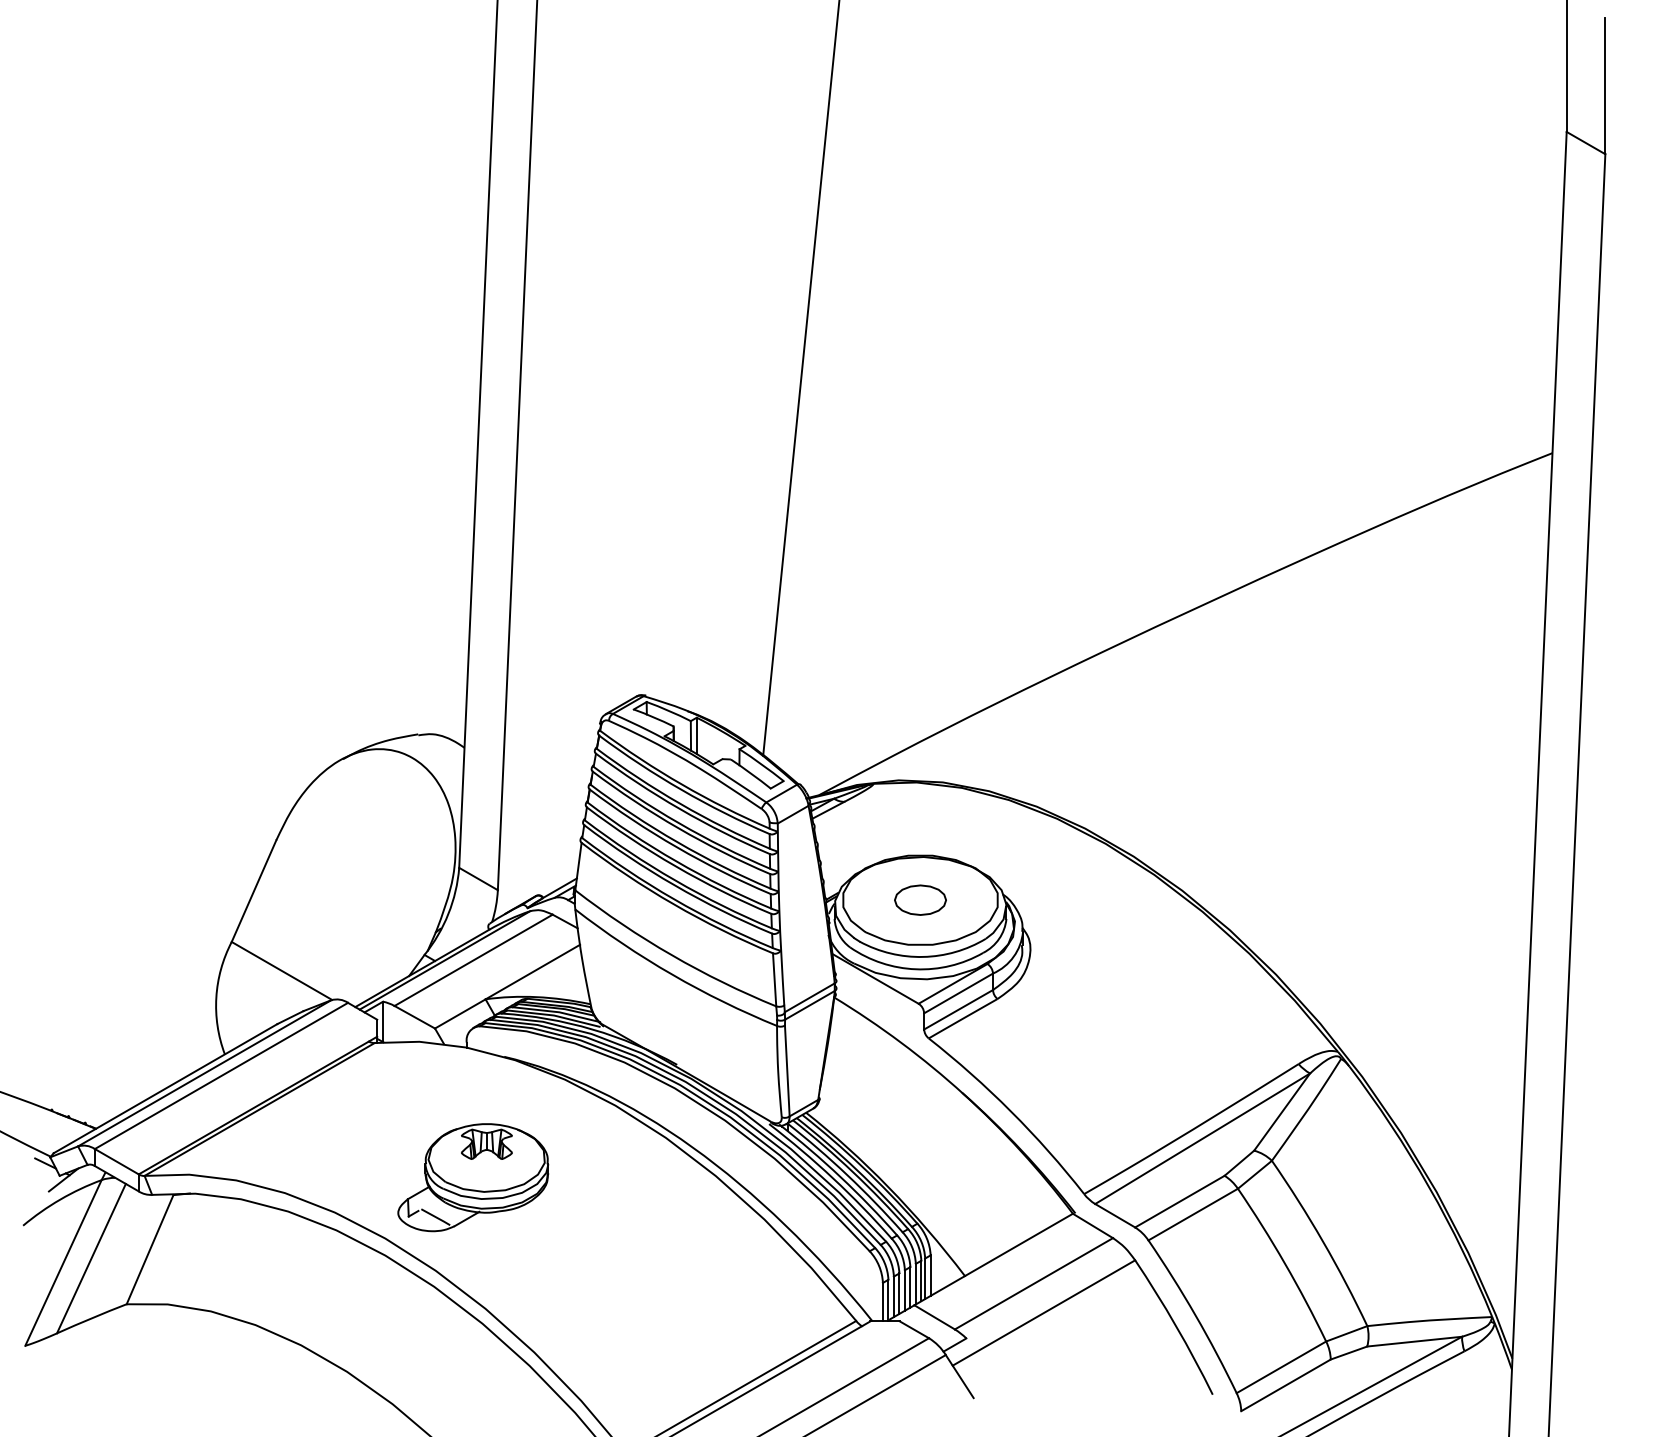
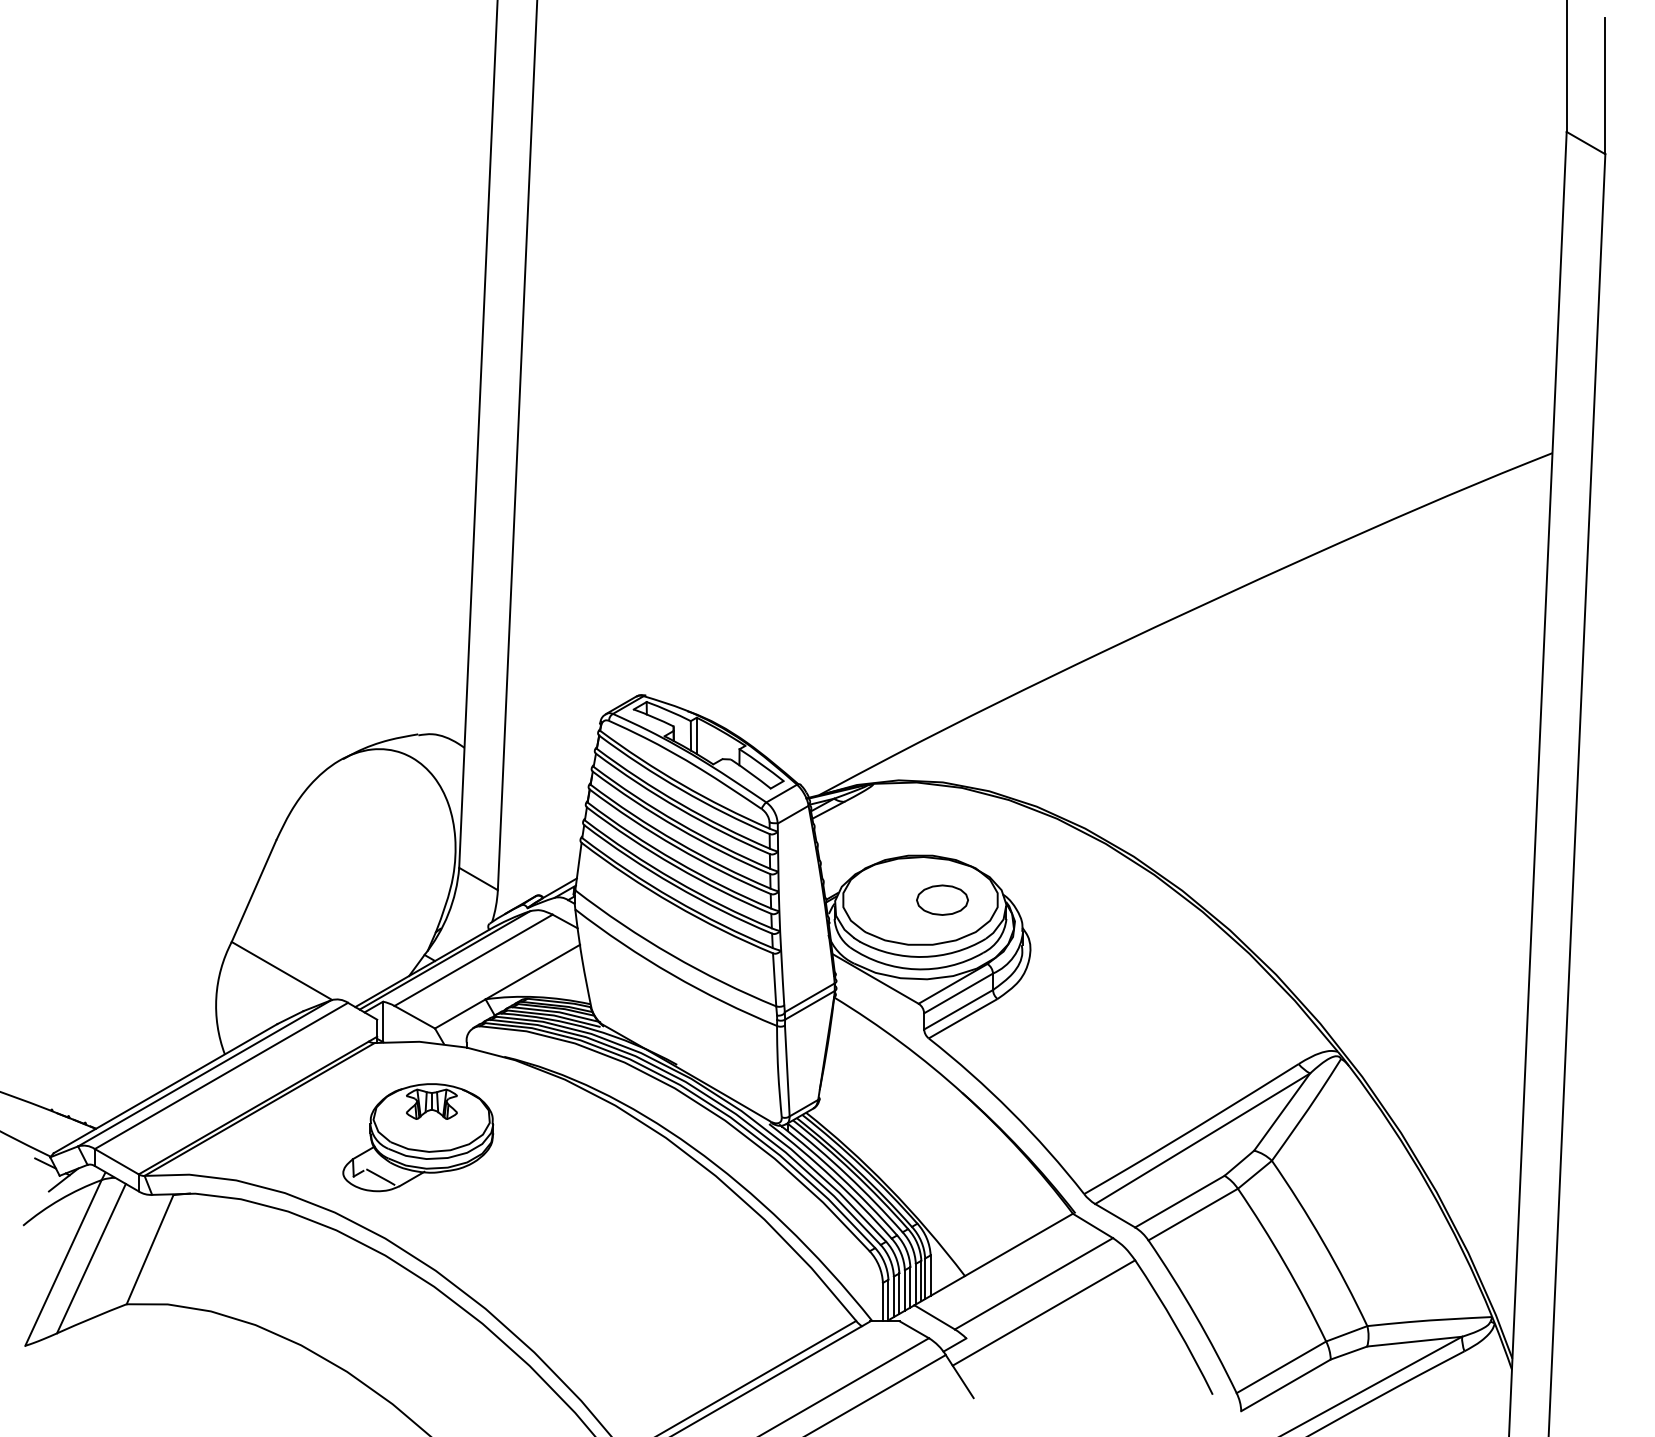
line at (801, 378): present -> none
part at (920, 899) position: (920, 899) -> (942, 899)
part at (473, 1177) position: (473, 1177) -> (418, 1137)
